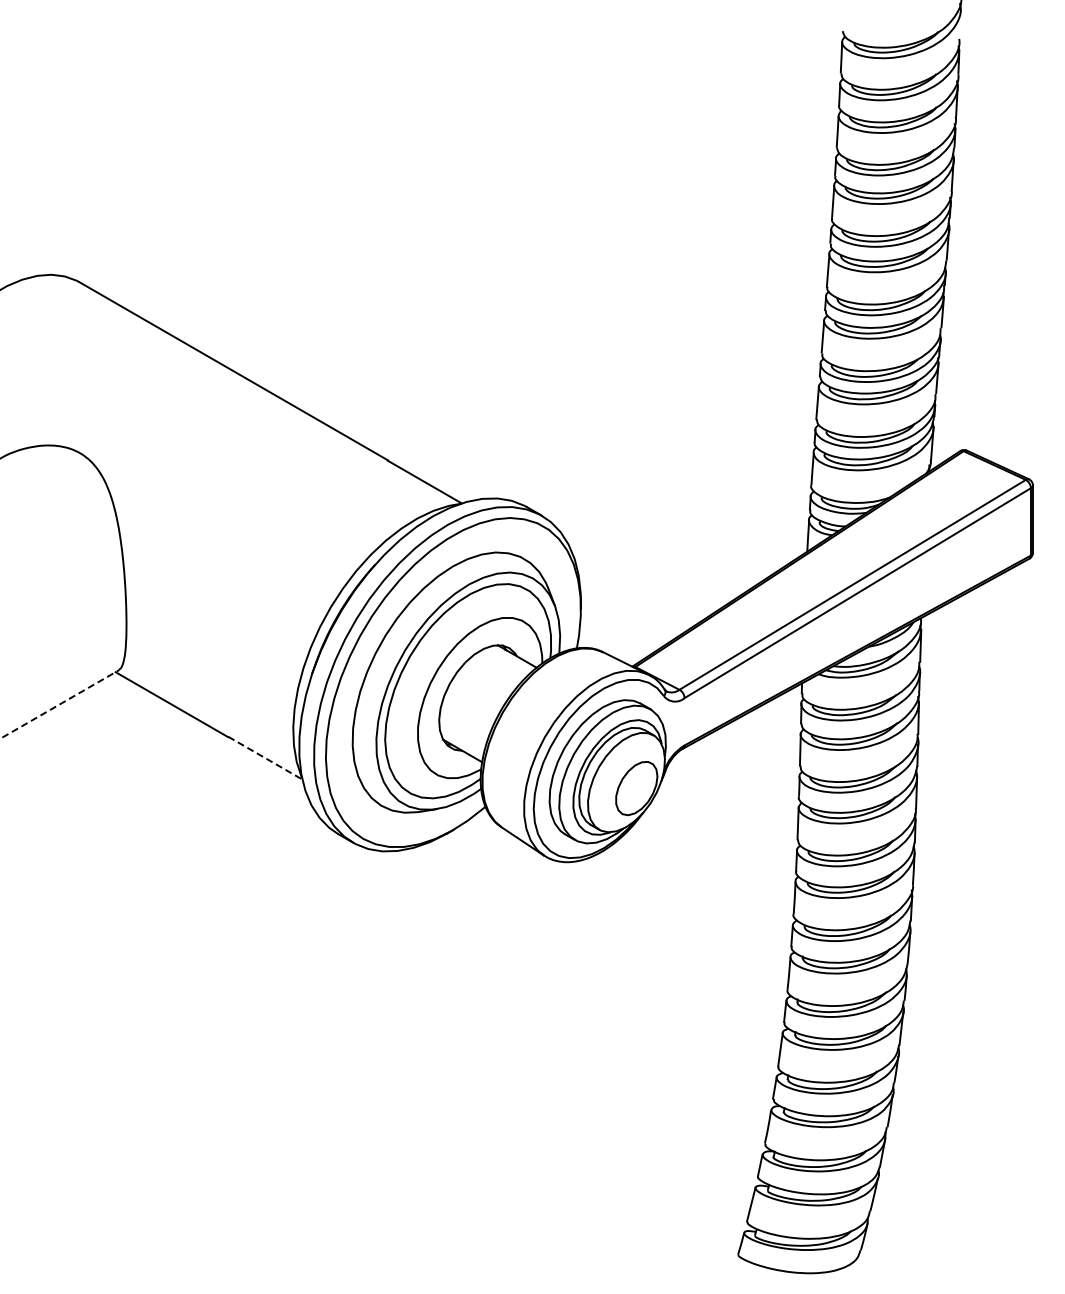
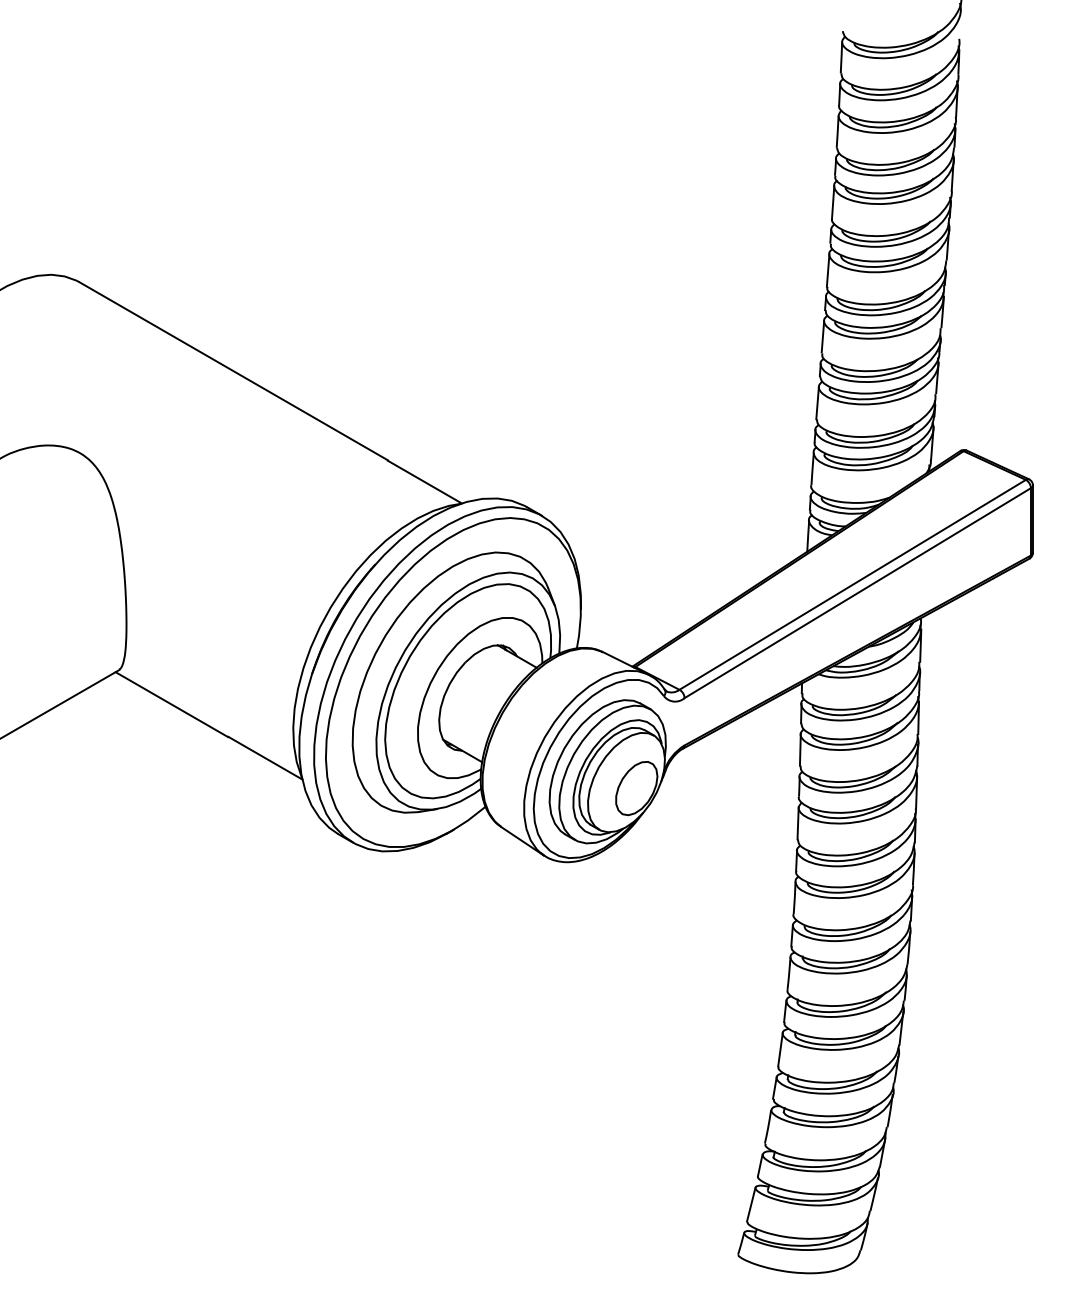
line at (59, 704): dashed -> solid
line at (265, 758): dashed -> solid
